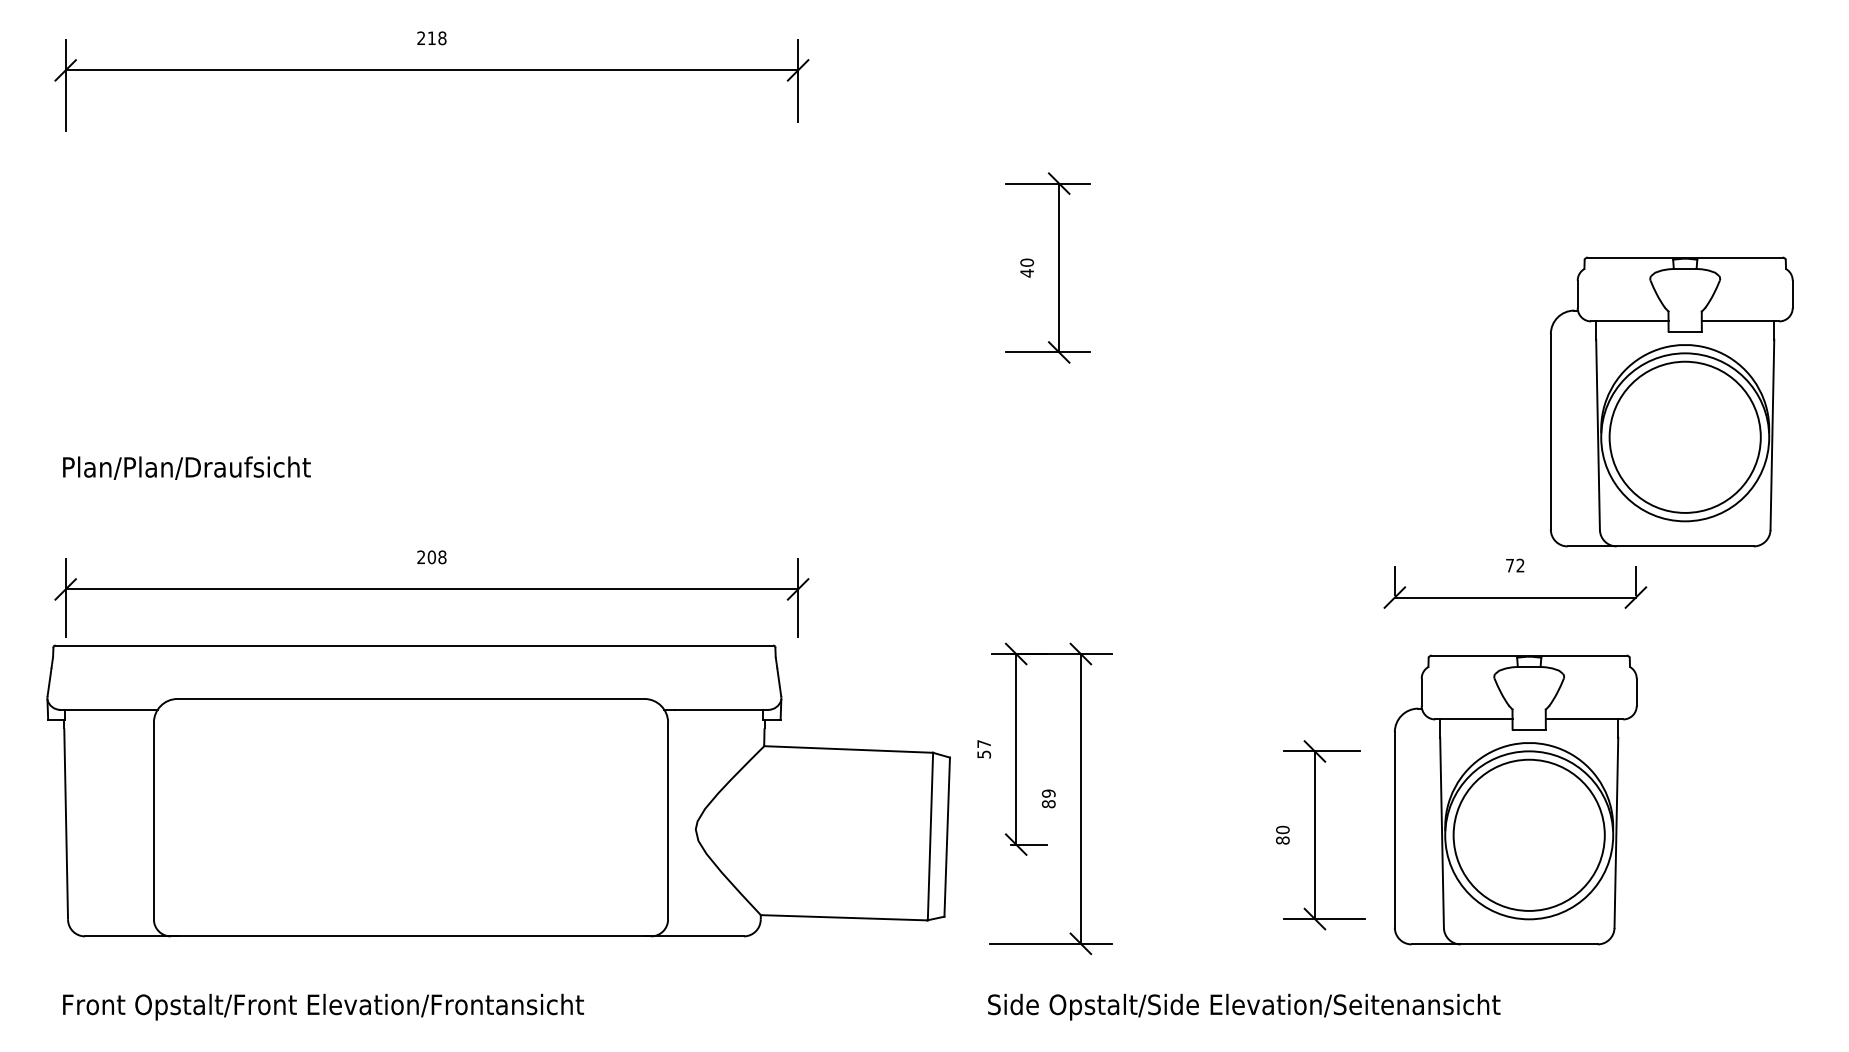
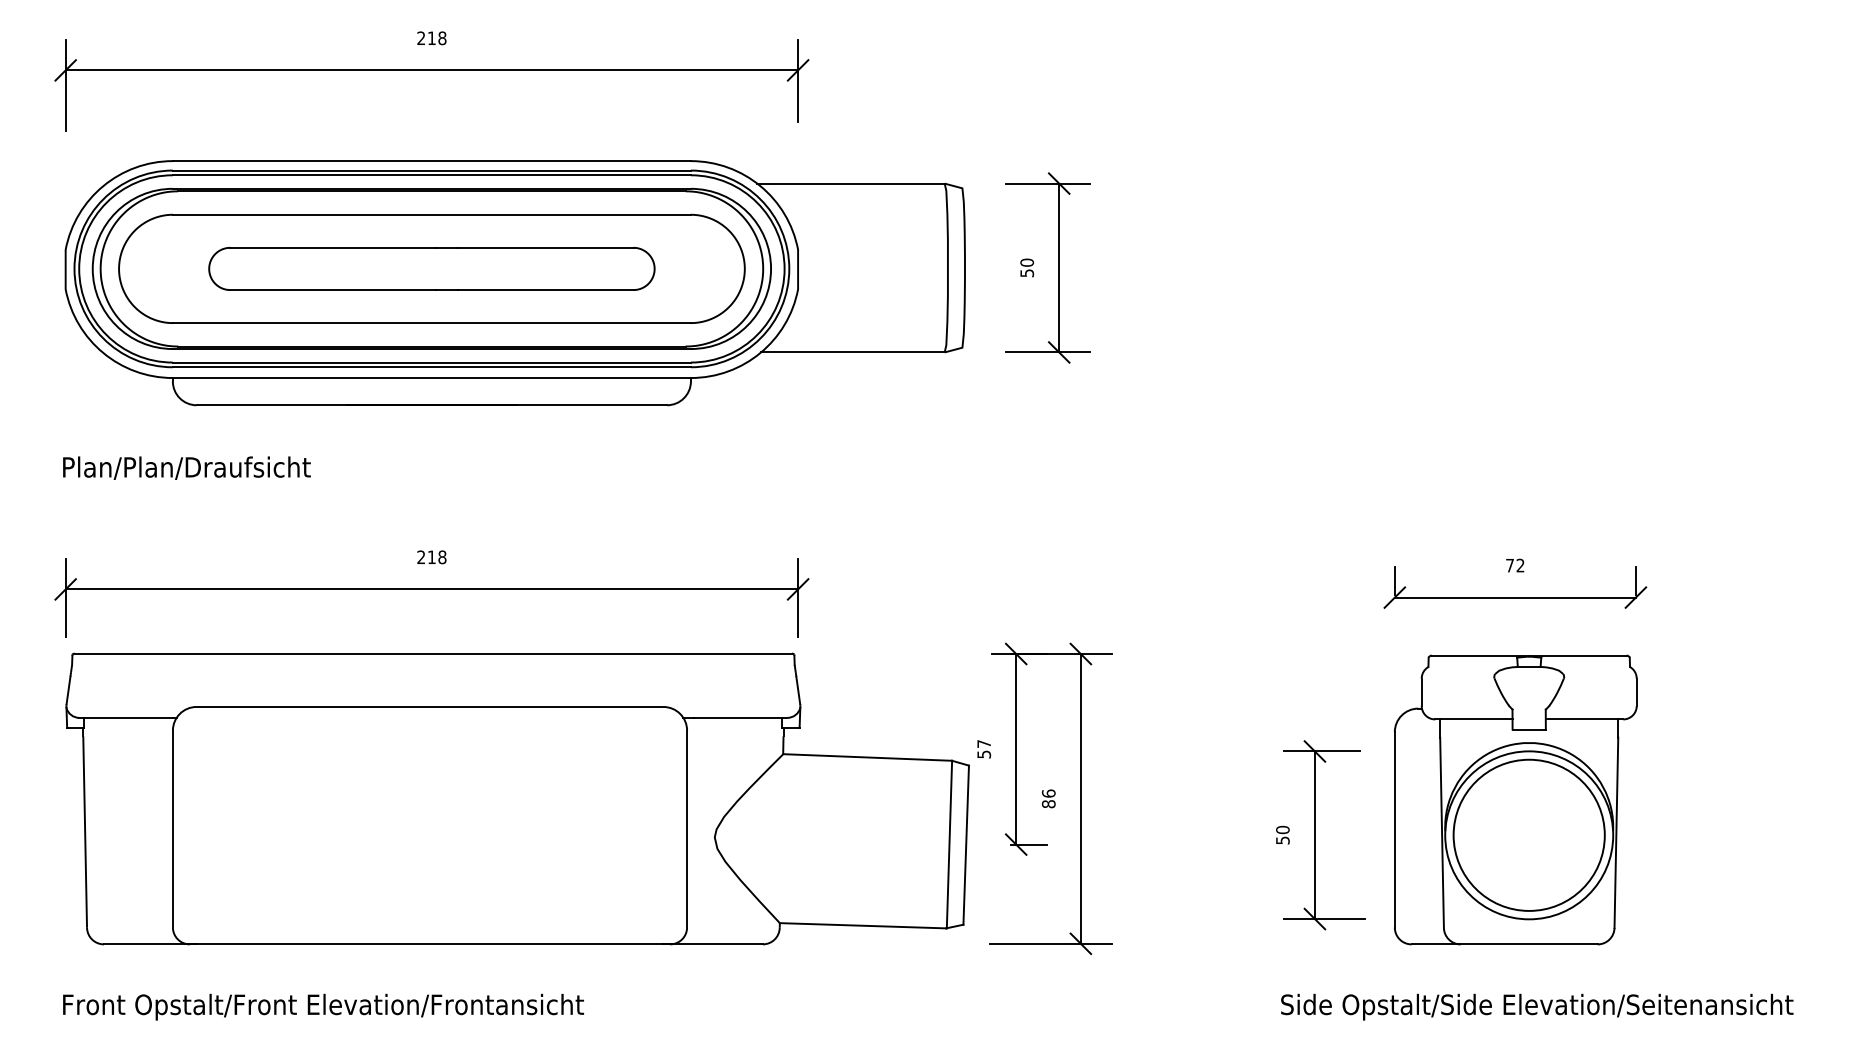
text at (1027, 273): 40 -> 50
part at (514, 283): none -> present
part at (1671, 401): present -> none
text at (431, 557): 208 -> 218
part at (498, 790) position: (498, 790) -> (517, 798)
text at (1048, 793): 89 -> 86
text at (1282, 840): 80 -> 50
text at (1244, 1006) position: (1244, 1006) -> (1537, 1006)
